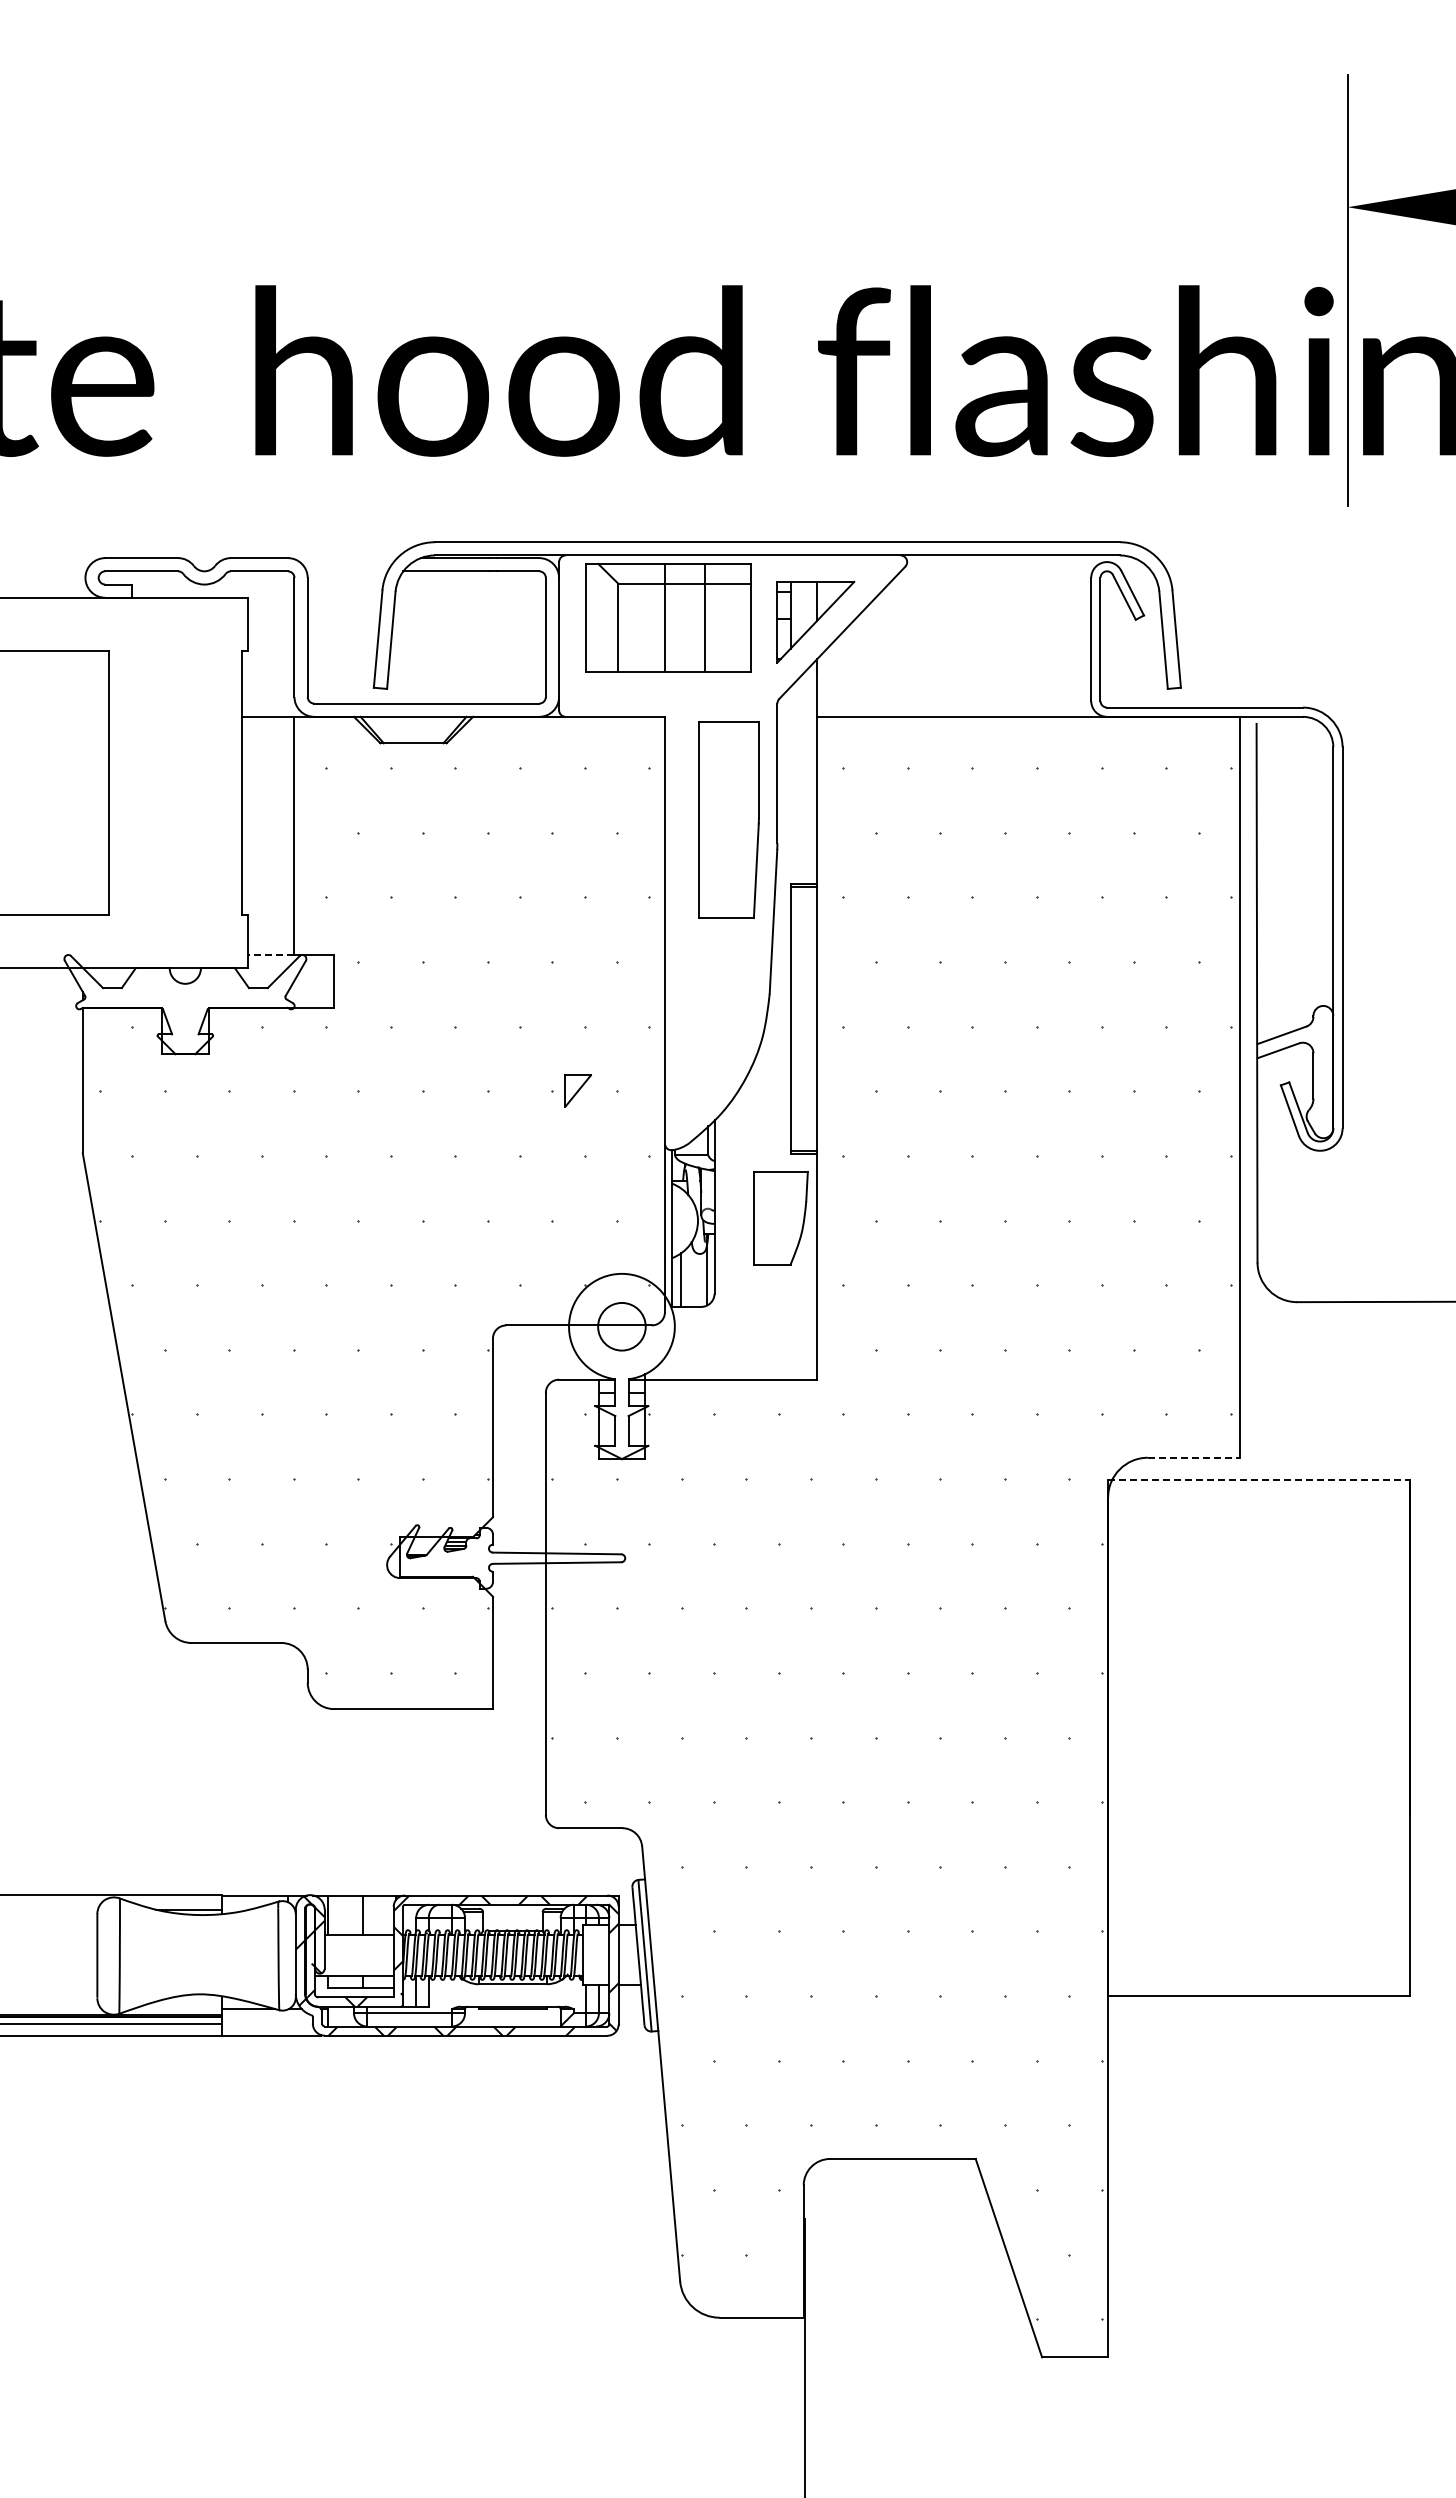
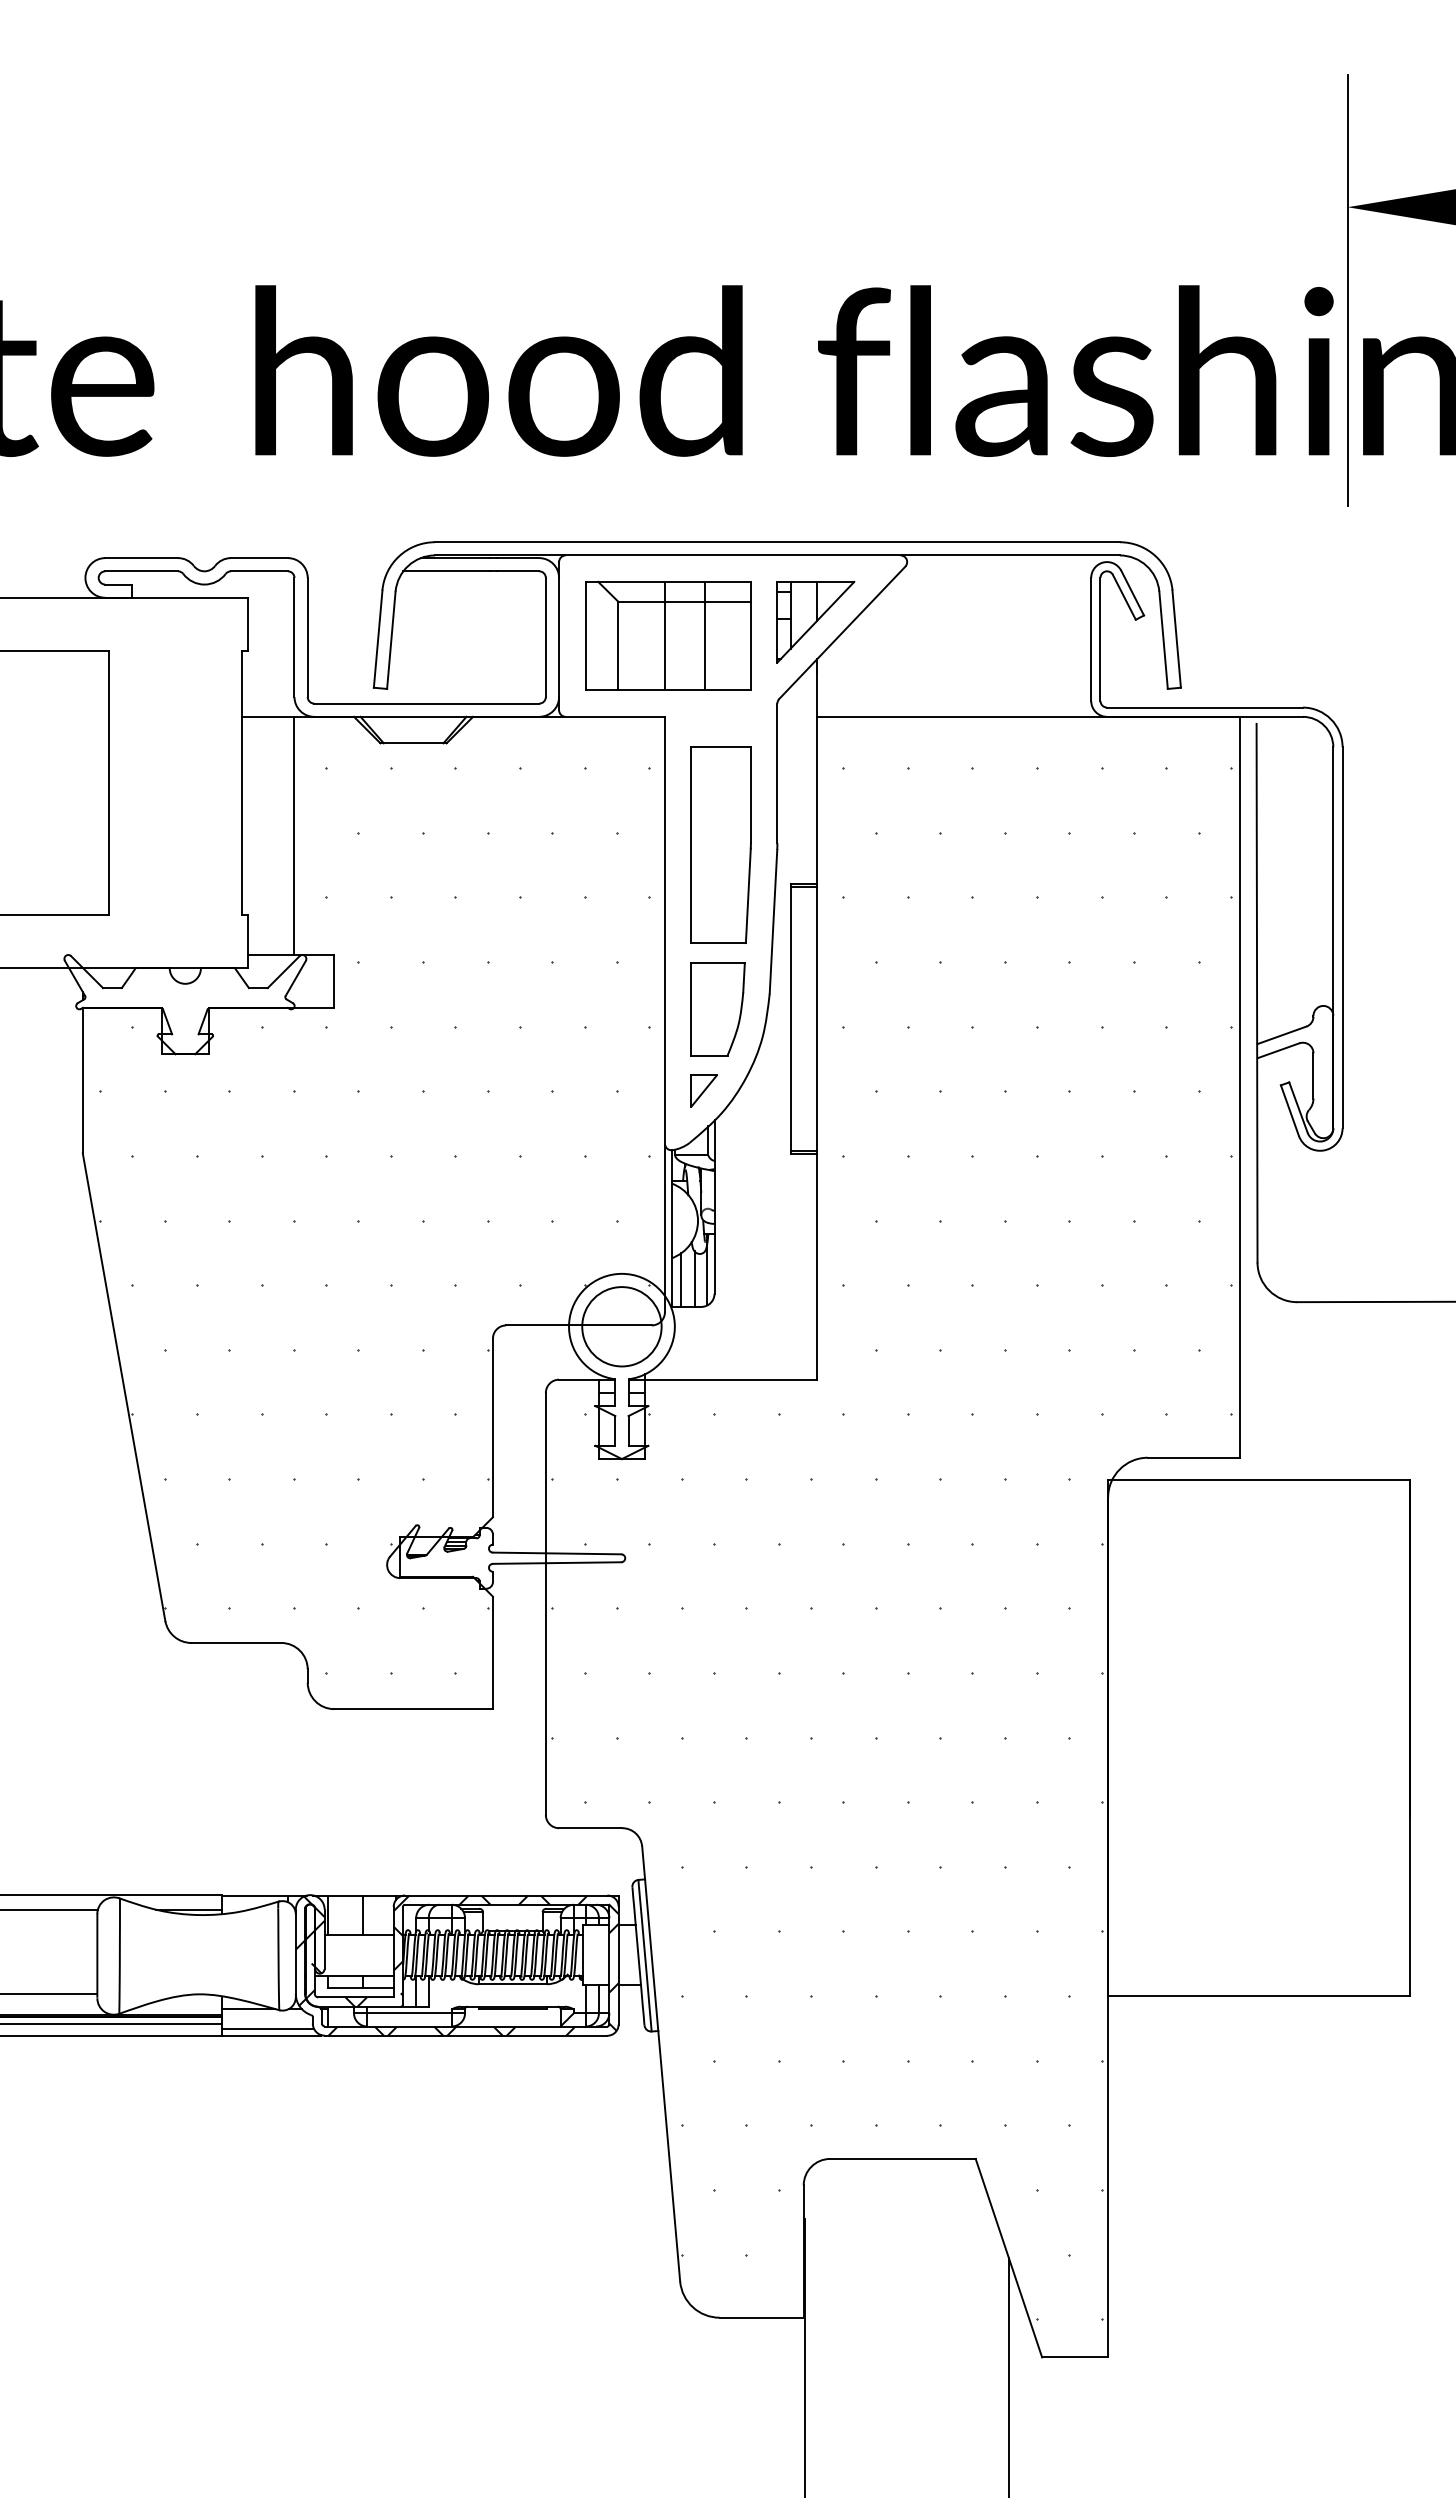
part at (668, 617) position: (668, 617) -> (668, 635)
part at (728, 819) position: (728, 819) -> (720, 844)
line at (270, 955): dashed -> solid
part at (577, 1090) position: (577, 1090) -> (703, 1090)
part at (780, 1218) position: (780, 1218) -> (717, 1009)
line at (694, 1278): none -> present
circle at (621, 1326) diameter: 48 px -> 79 px
line at (1194, 1457): dashed -> solid
line at (1259, 1480): dashed -> solid
line at (50, 1909): none -> present
line at (49, 1993): none -> present
line at (267, 2029): none -> present
line at (1008, 2376): none -> present
